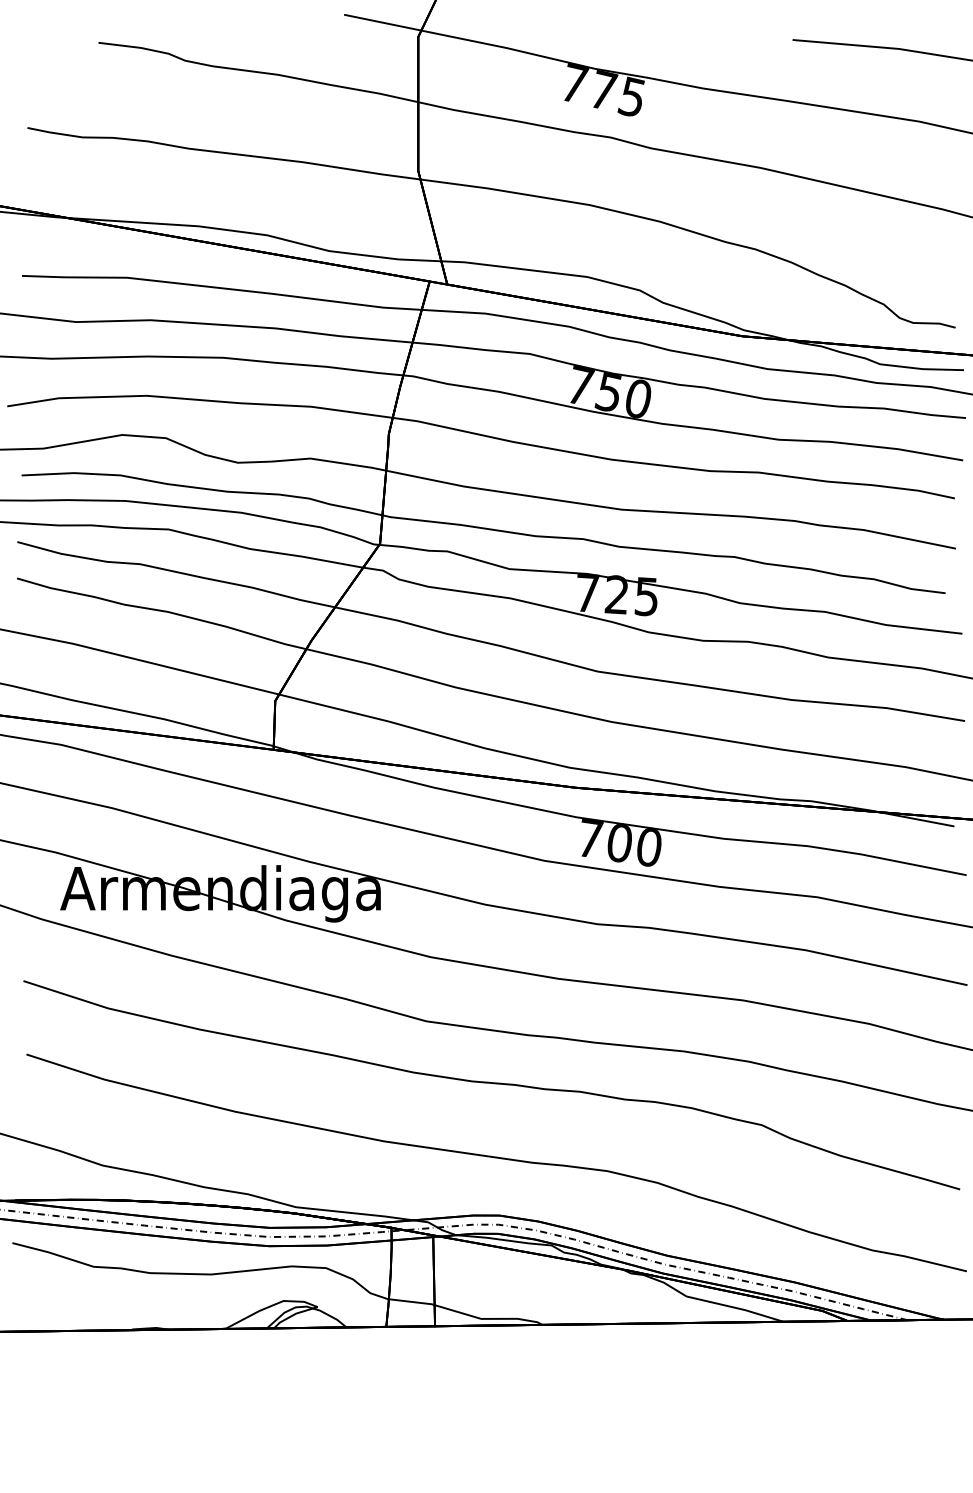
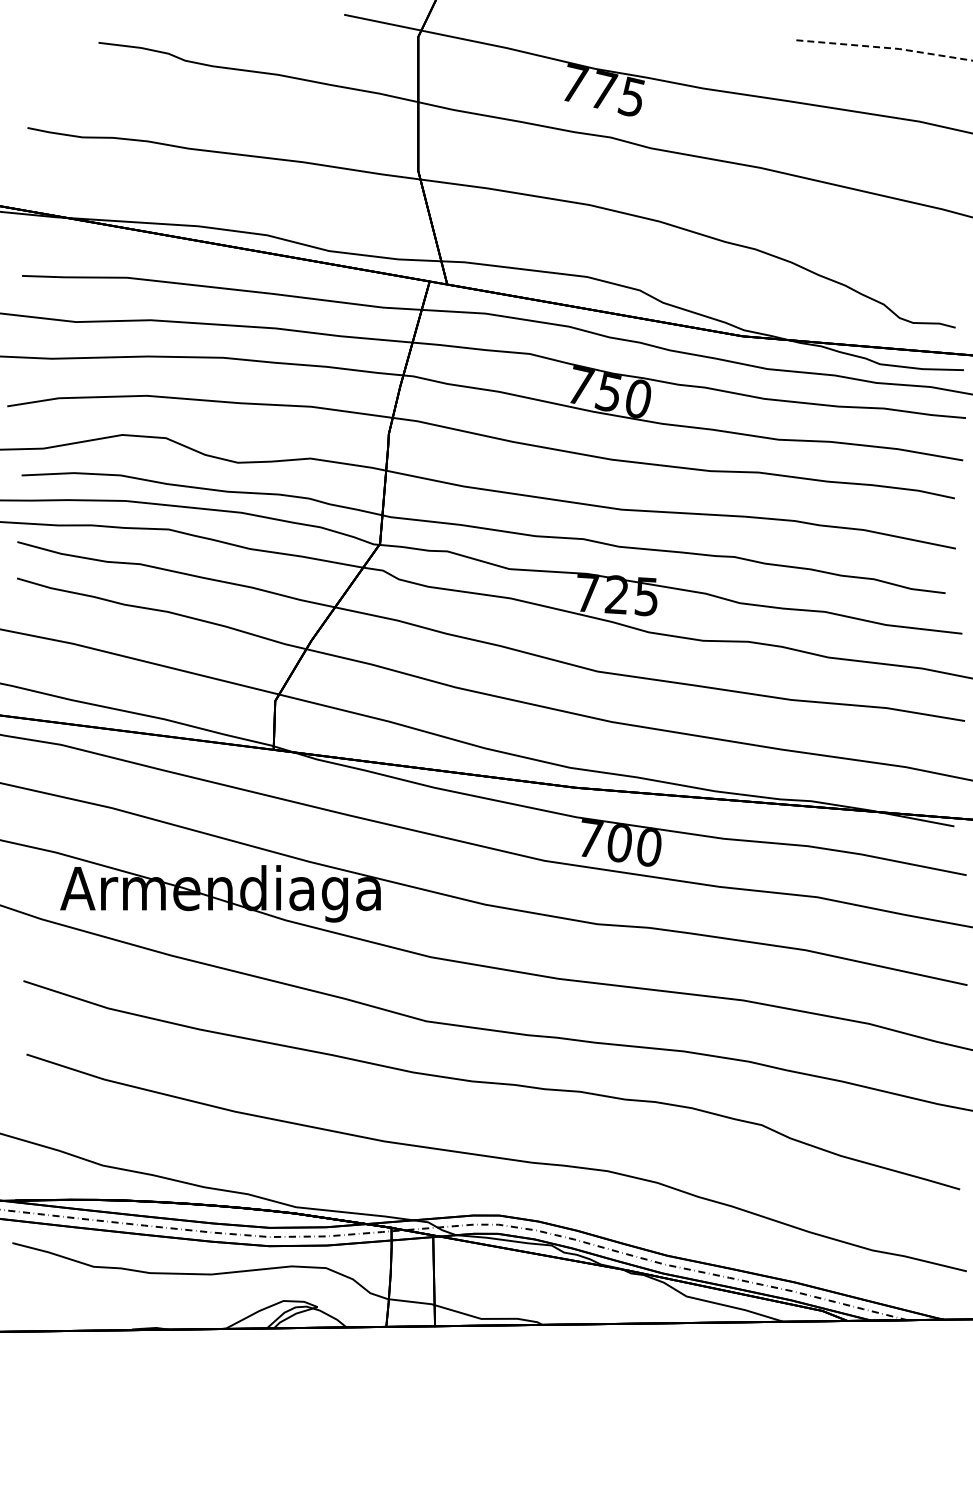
line at (883, 47): solid -> dashed
